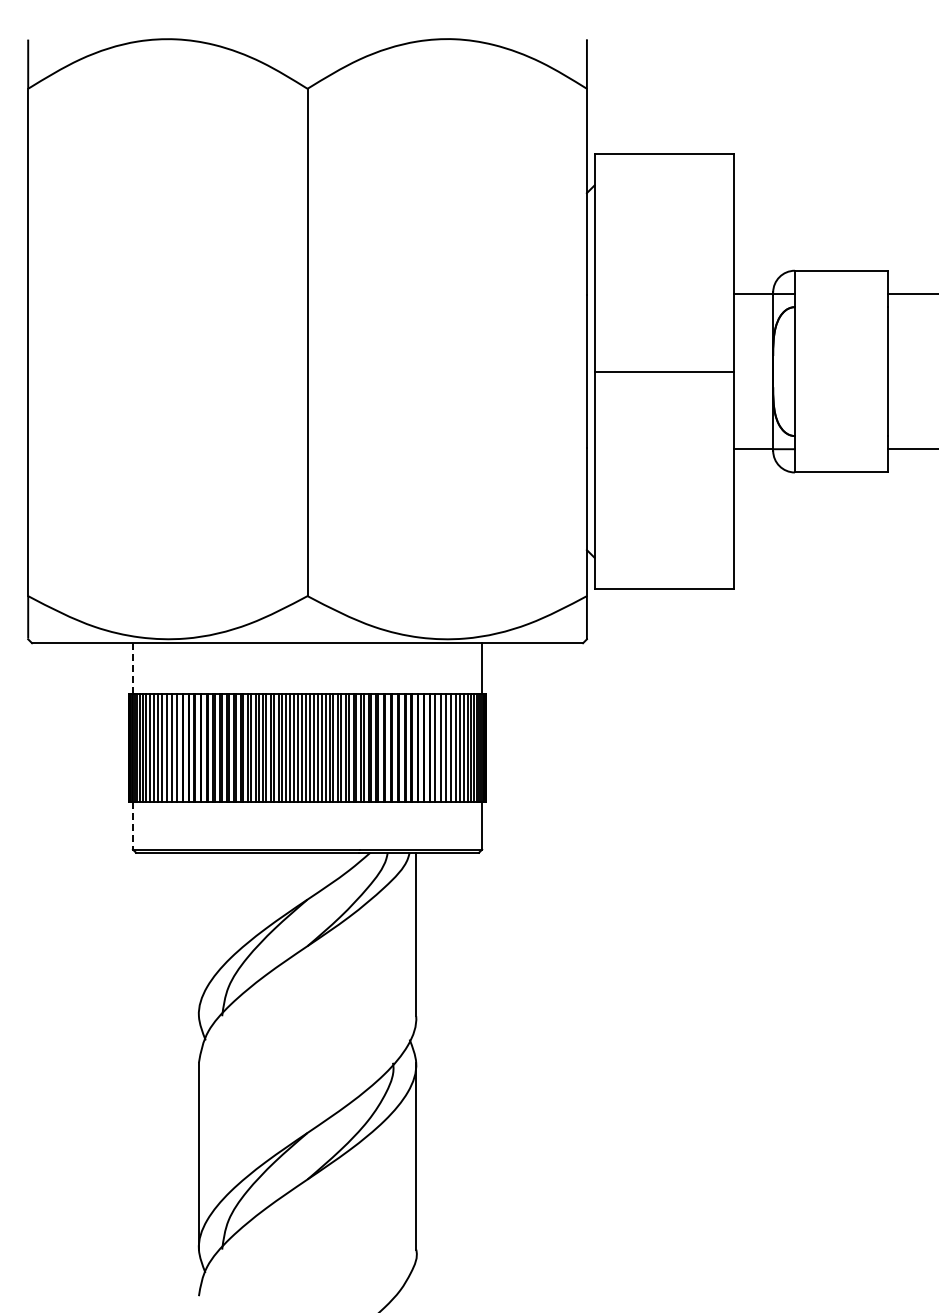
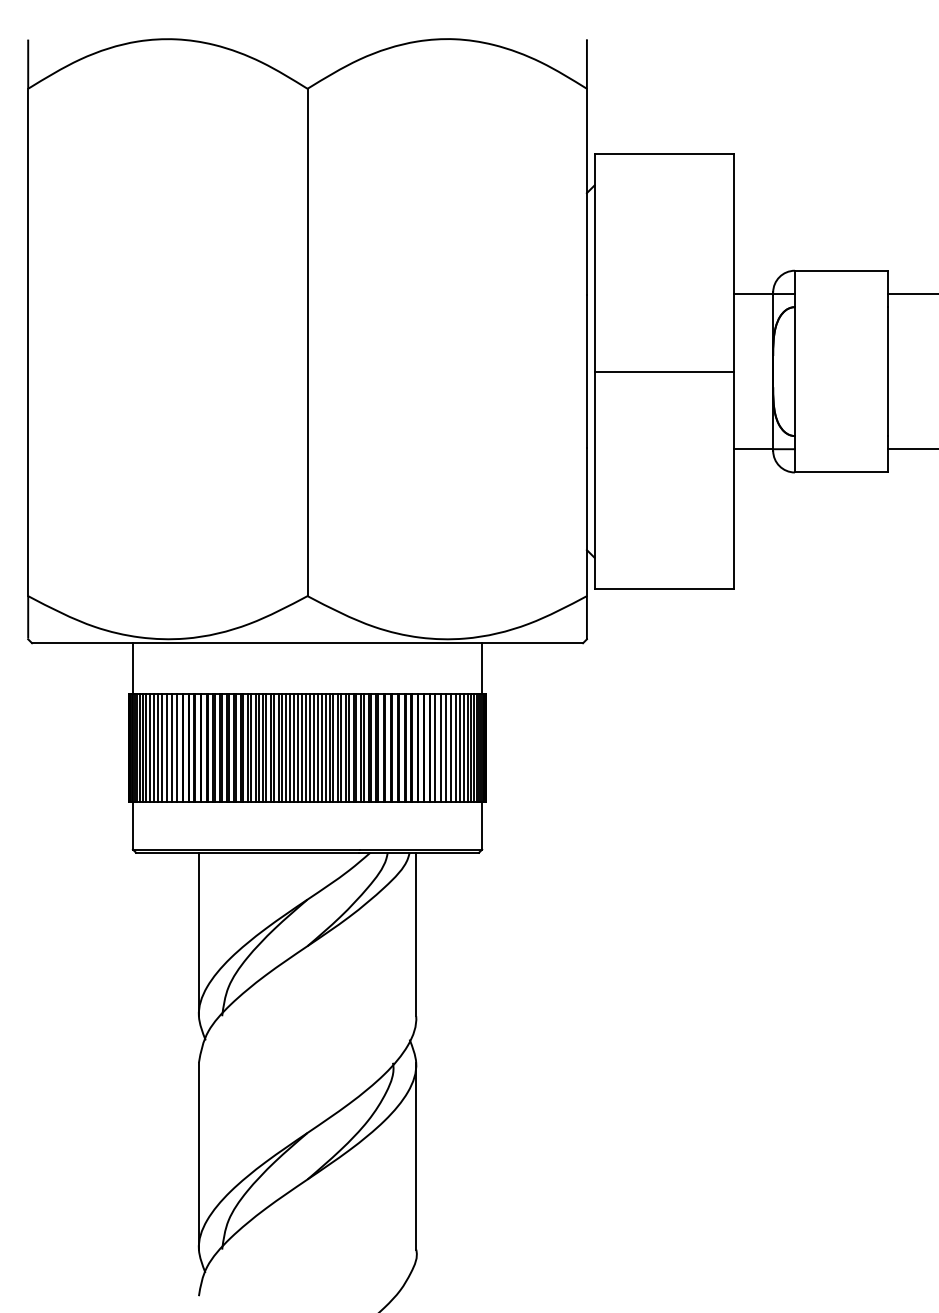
line at (132, 668): dashed -> solid
line at (132, 825): dashed -> solid
line at (198, 934): none -> present
